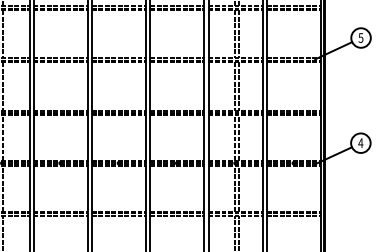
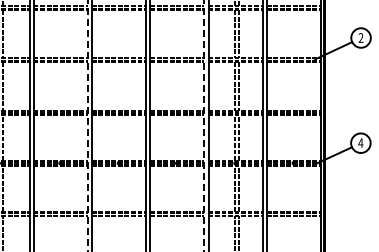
text at (360, 37): 5 -> 2
line at (87, 125): solid -> dashed
line at (204, 125): solid -> dashed
